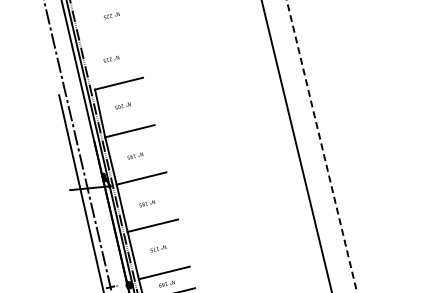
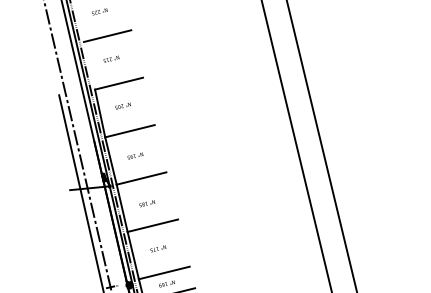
text at (111, 15) position: (111, 15) -> (99, 11)
line at (107, 36): none -> present
line at (321, 146): dashed -> solid
